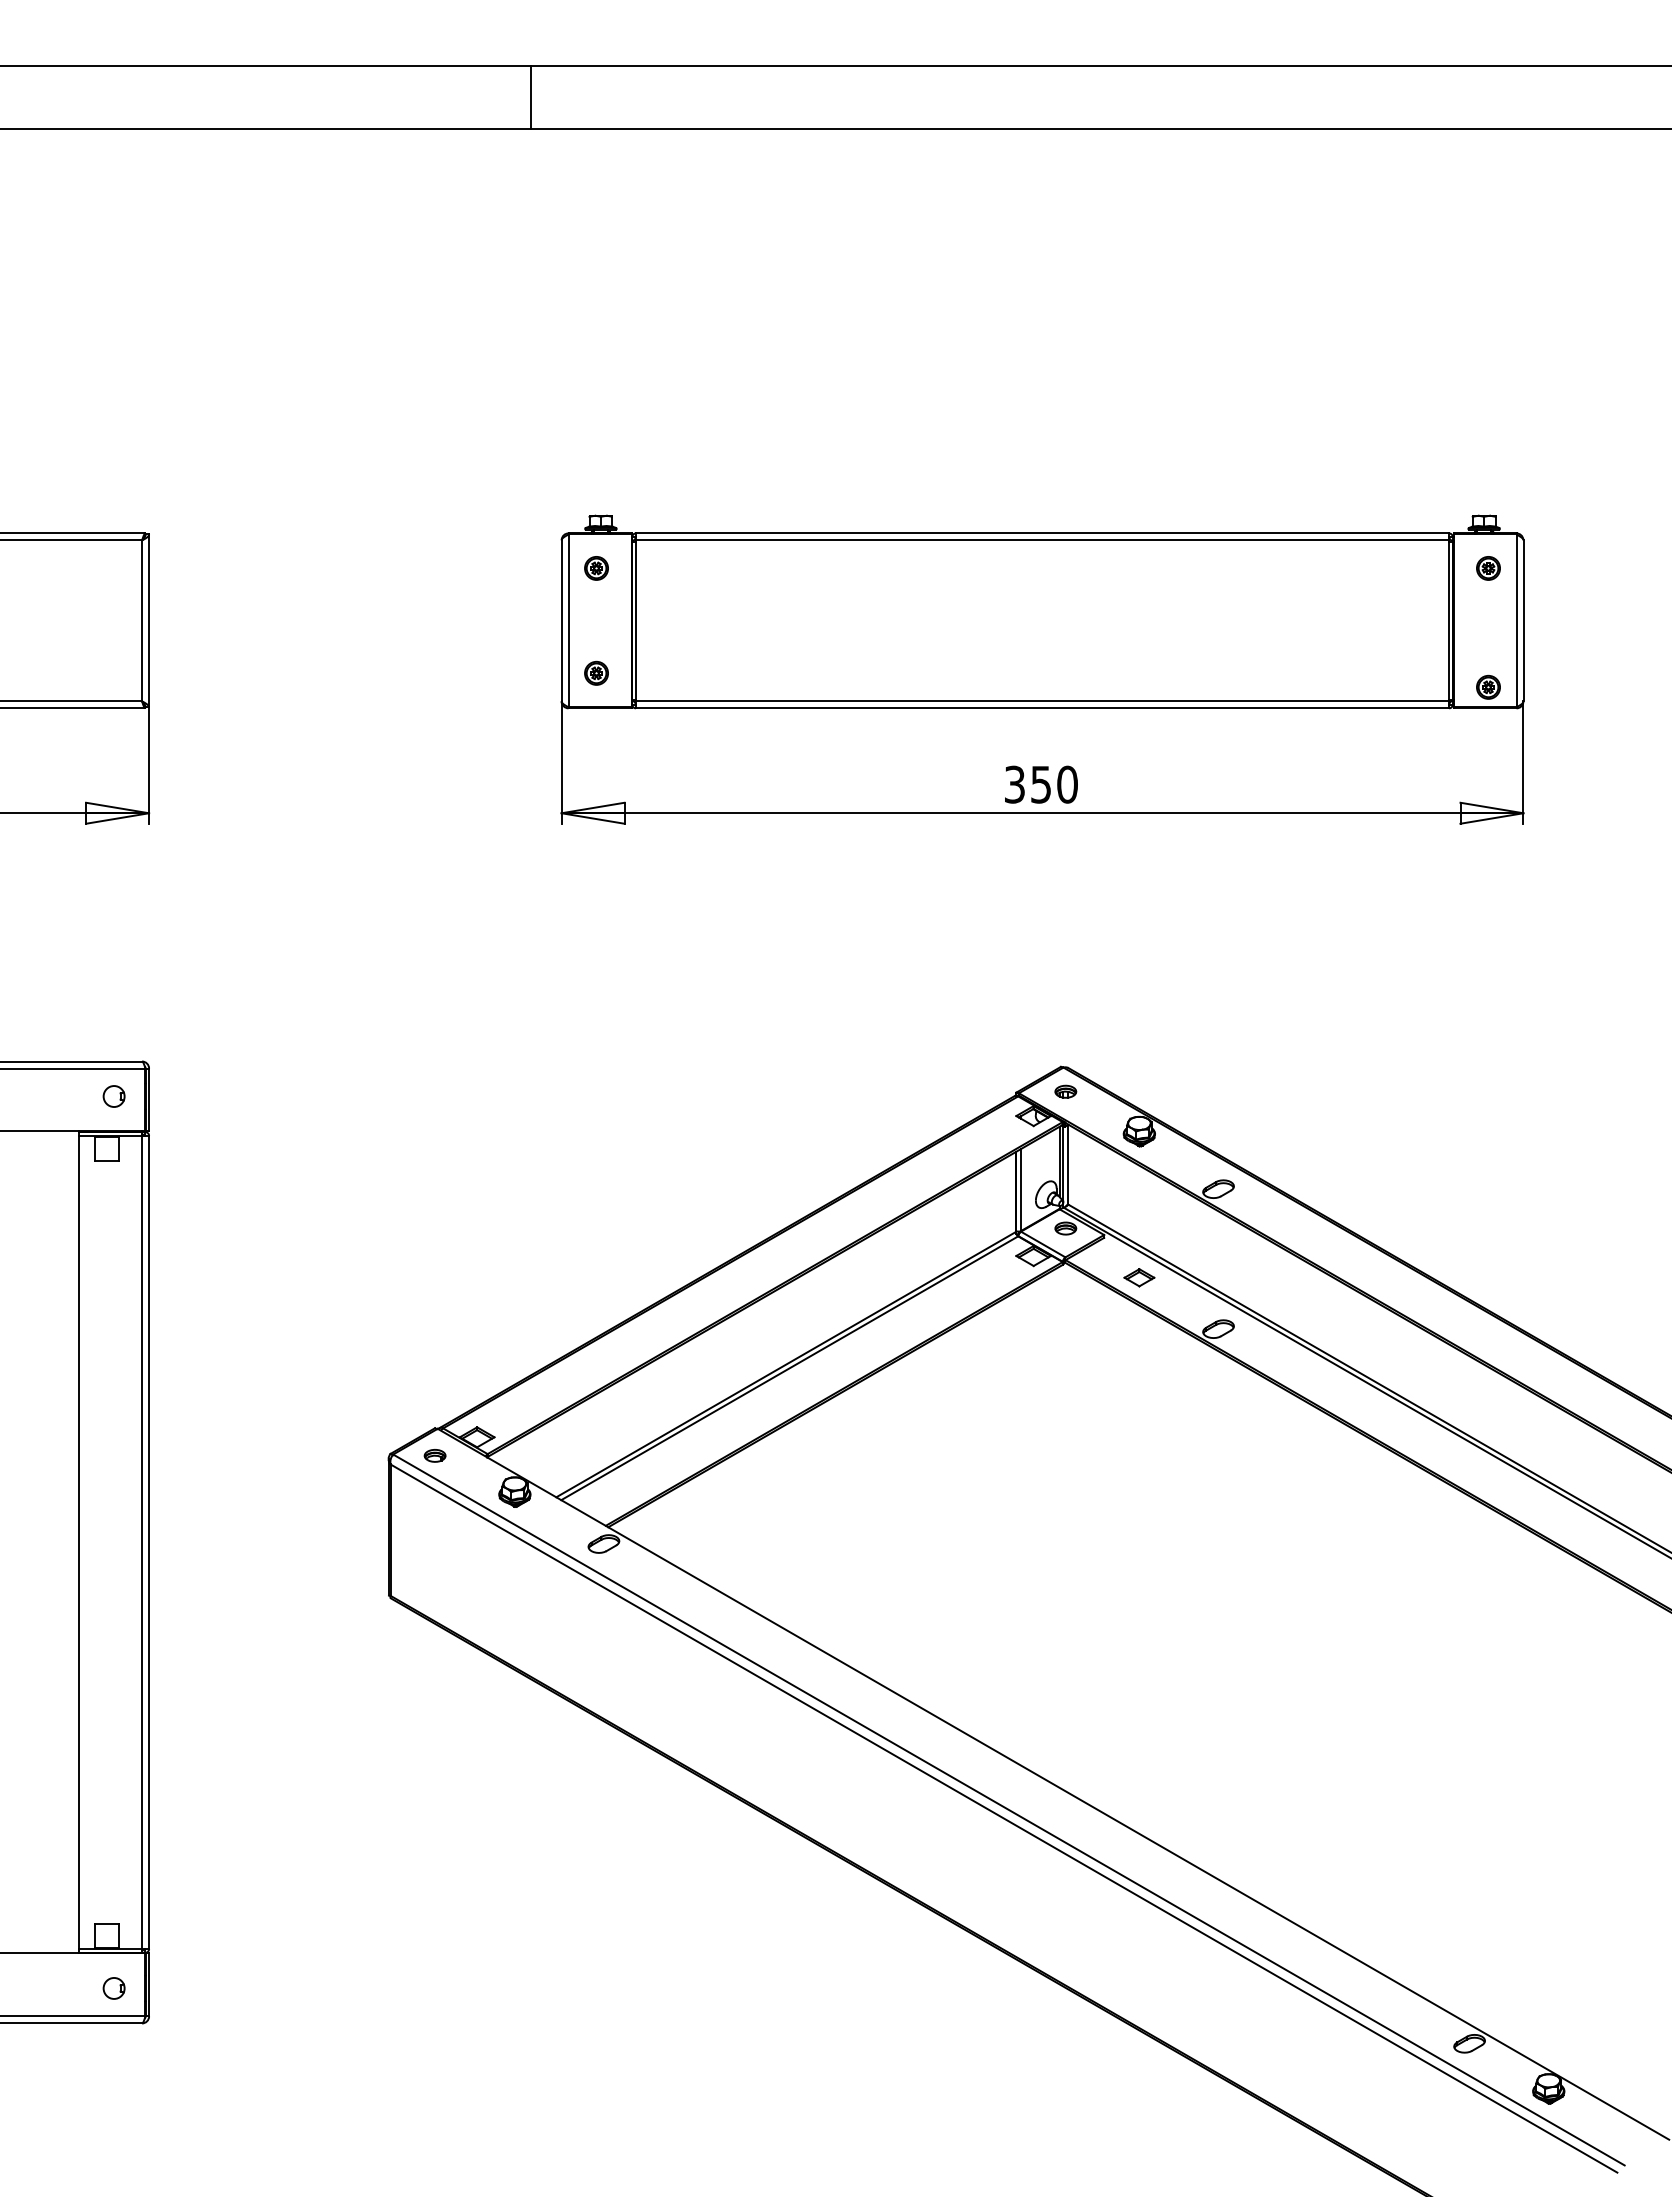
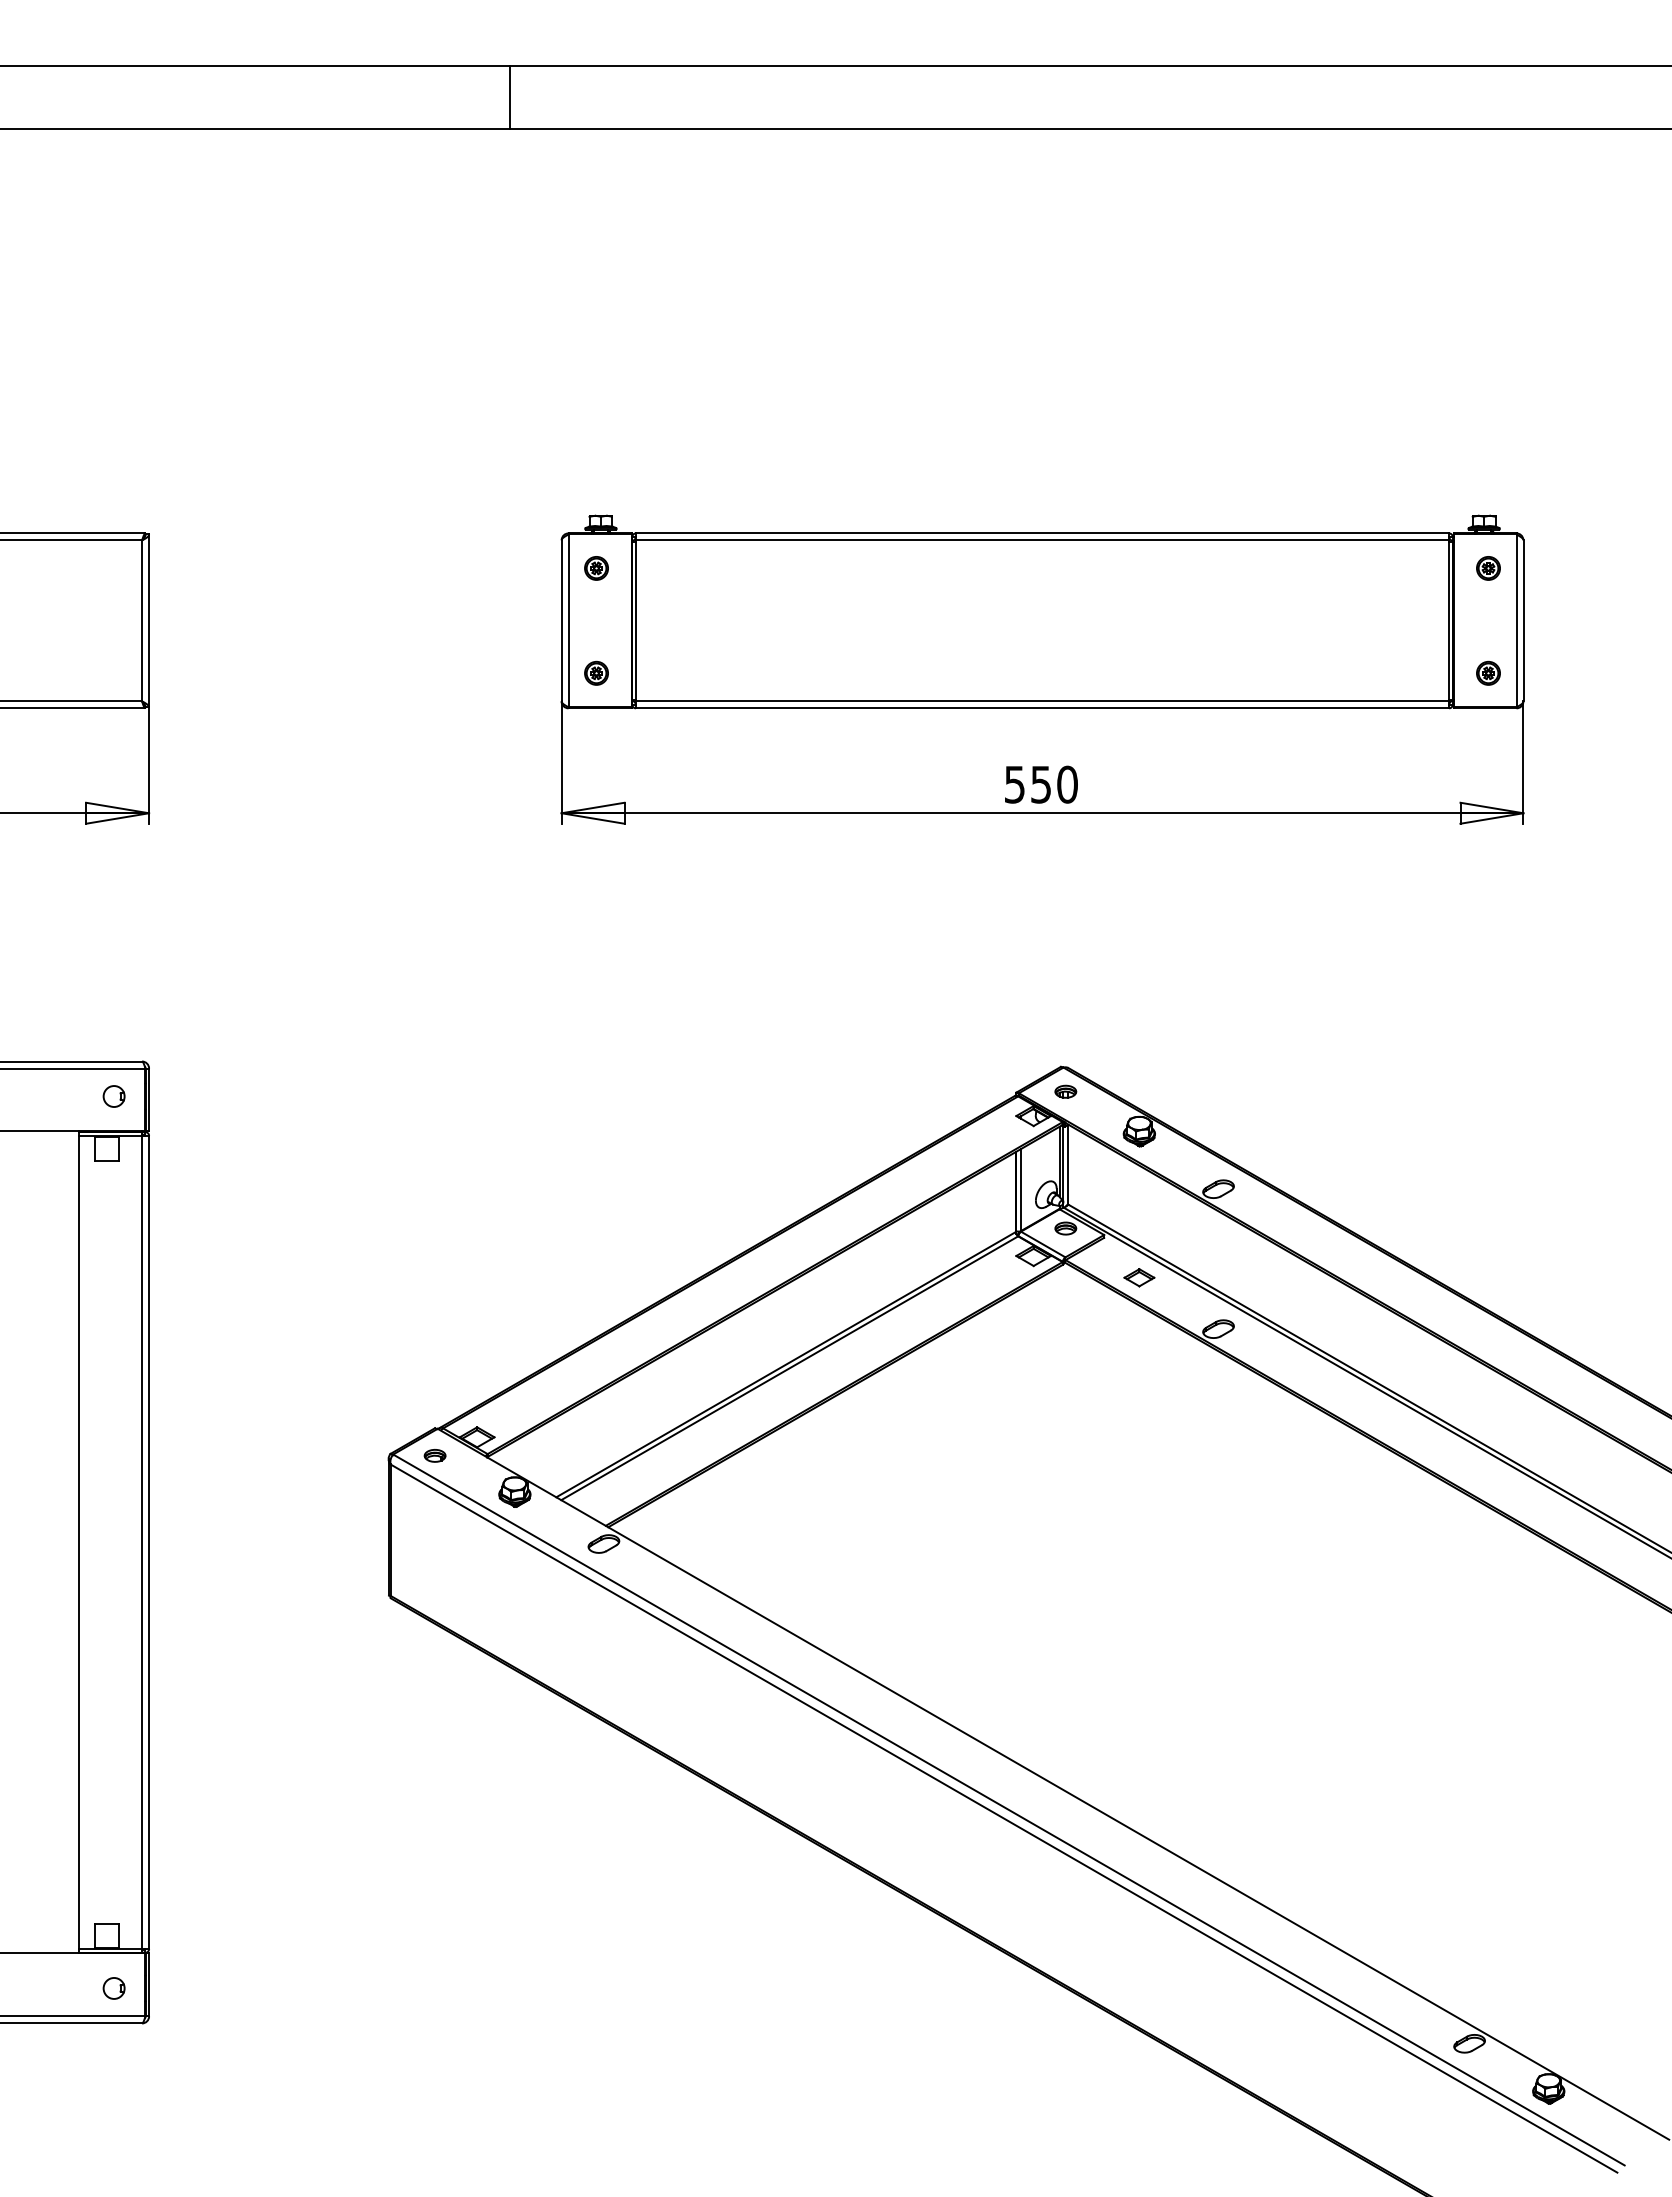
line at (530, 96) position: (530, 96) -> (509, 96)
part at (1488, 686) position: (1488, 686) -> (1488, 672)
text at (1014, 783): 350 -> 550
